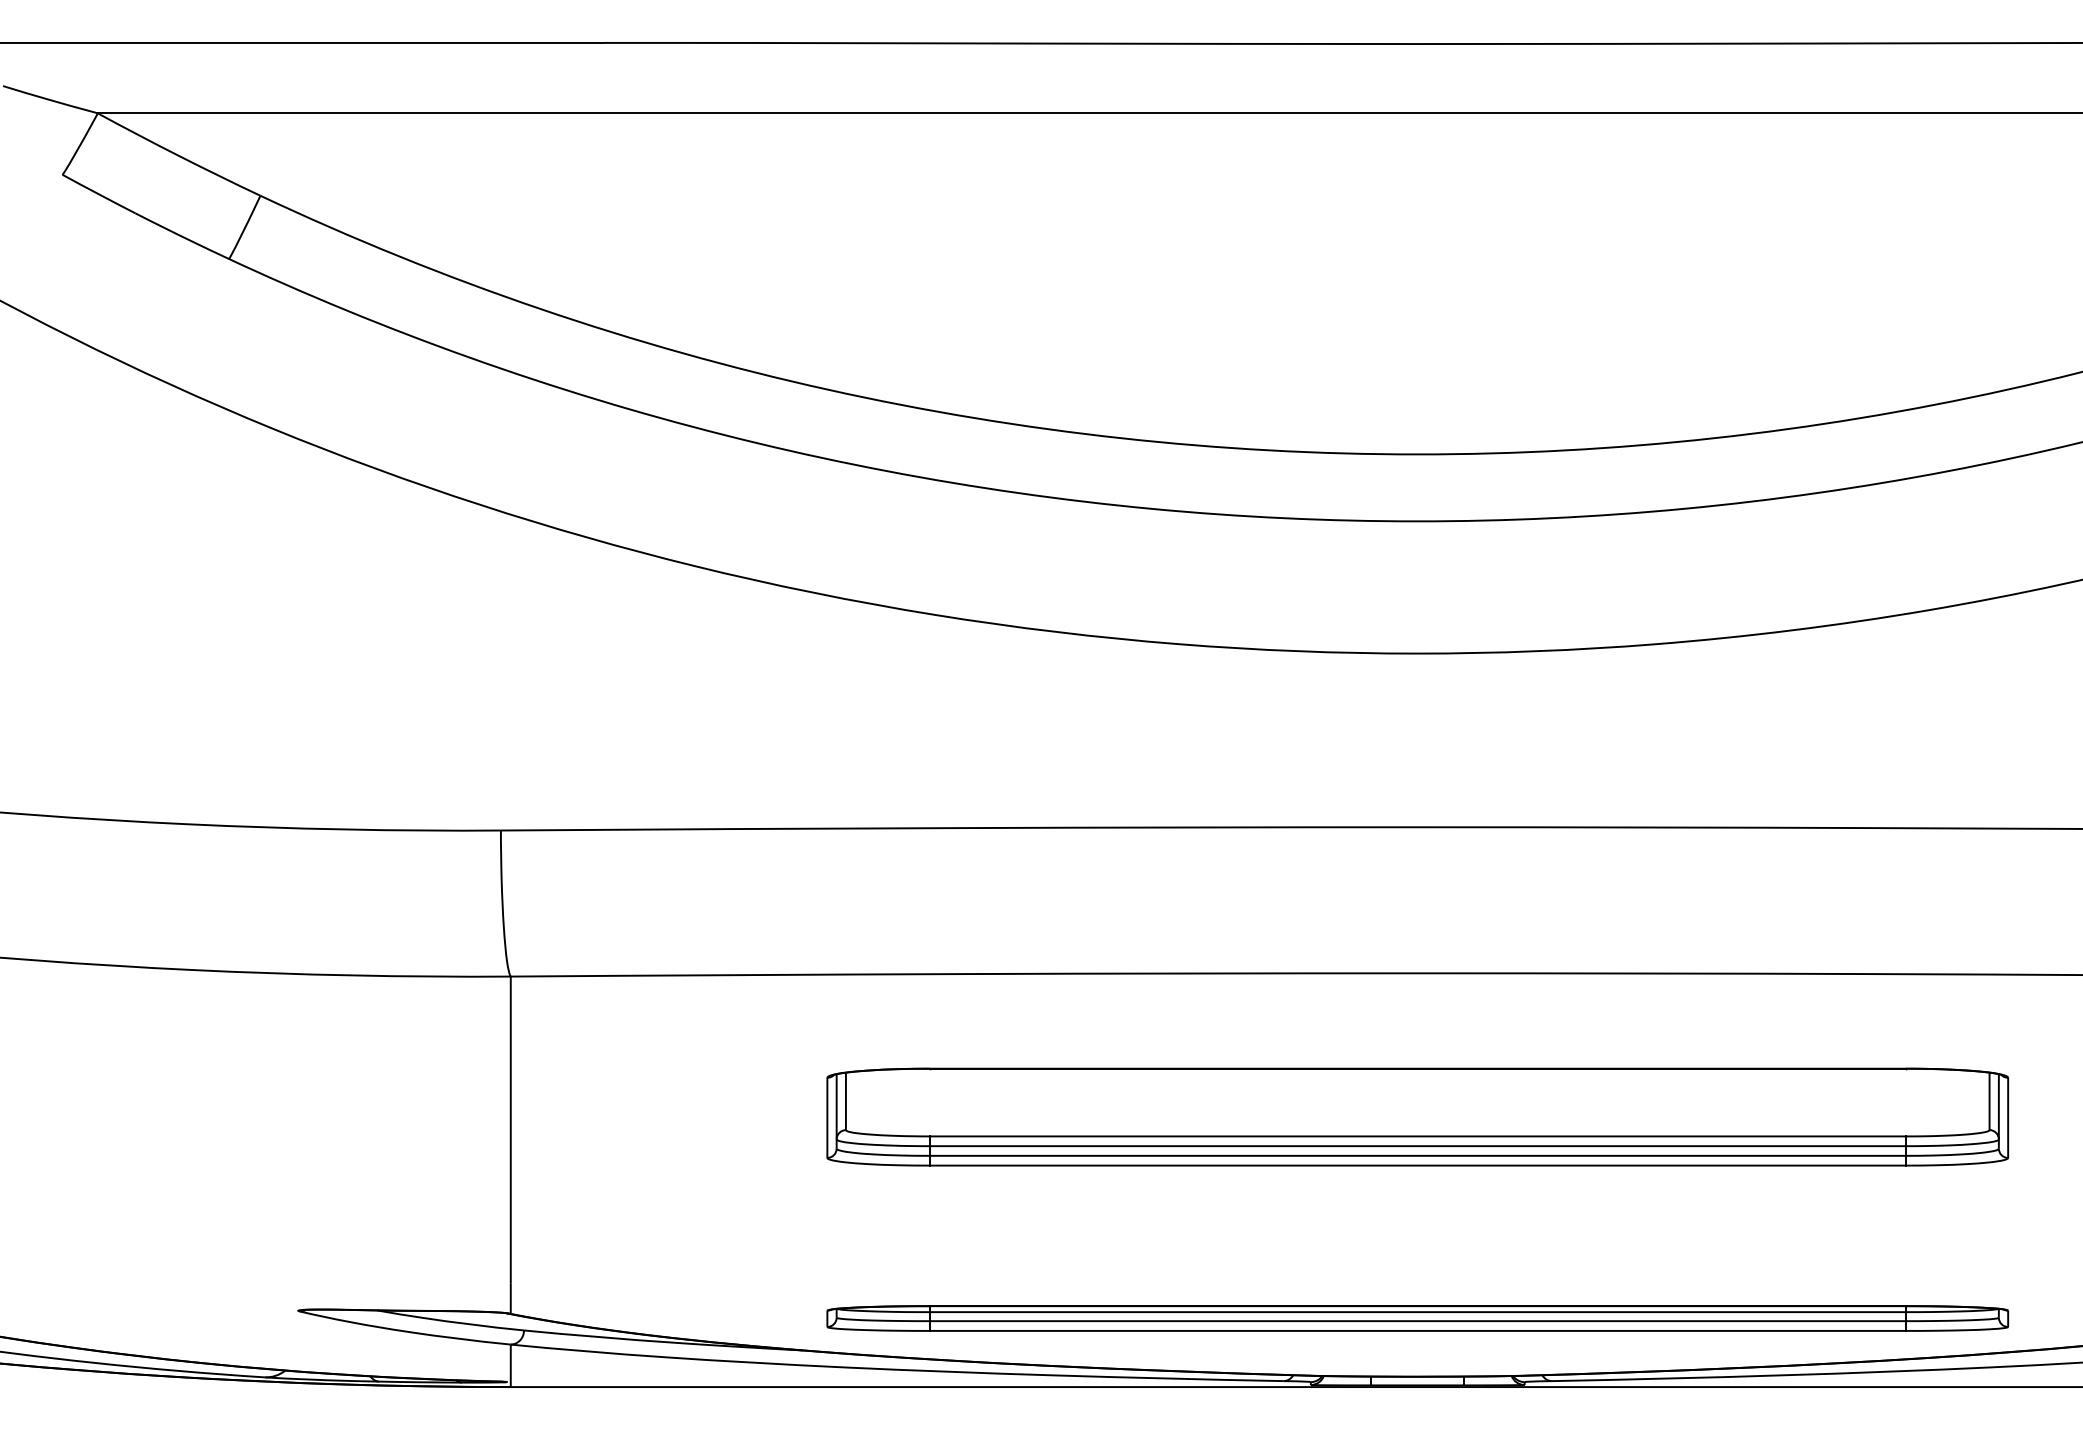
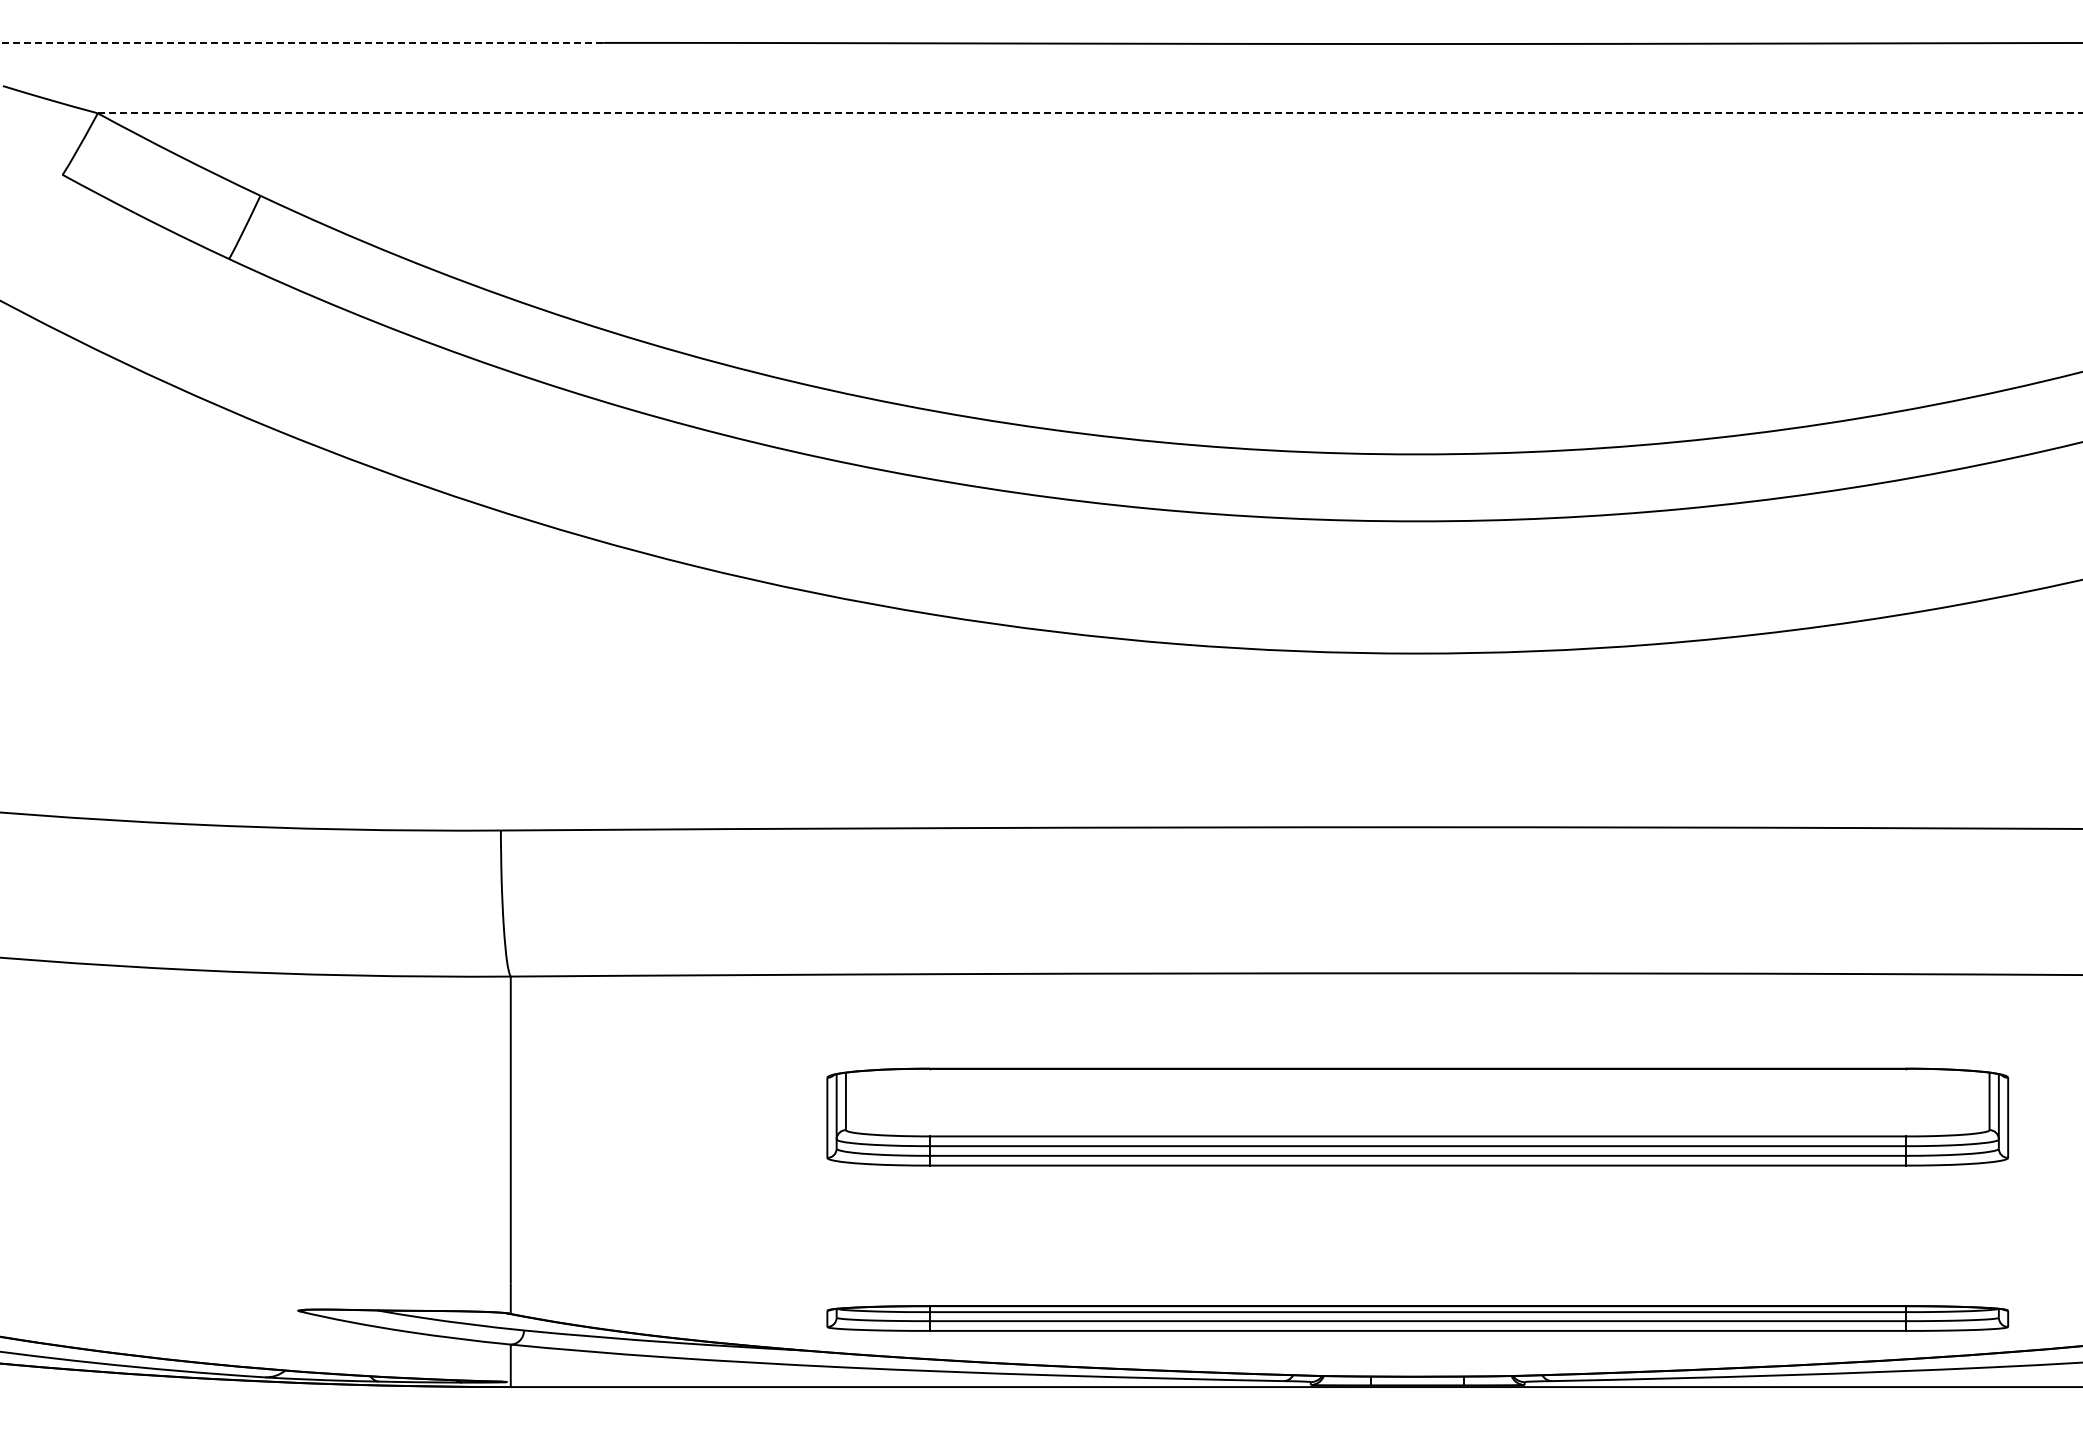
line at (301, 42): solid -> dashed
line at (1090, 113): solid -> dashed
